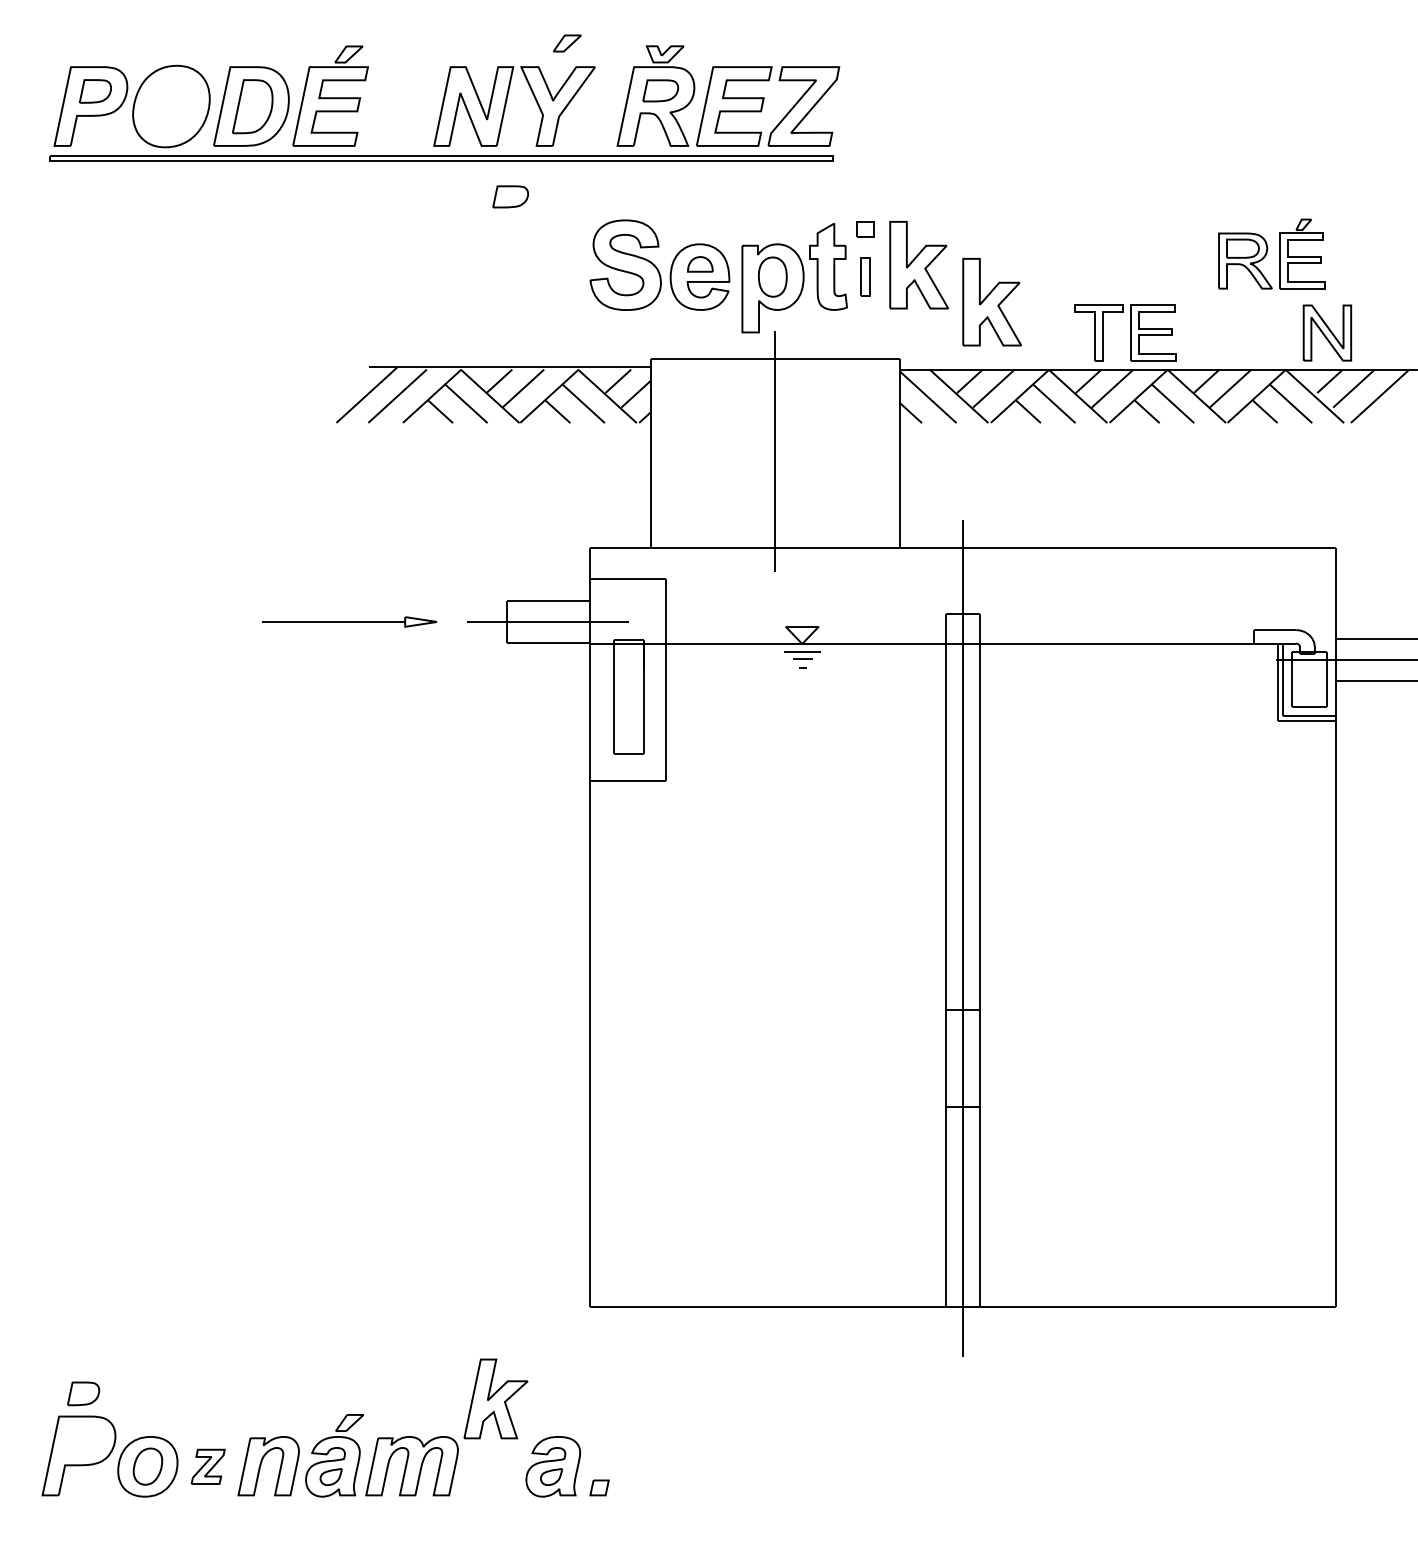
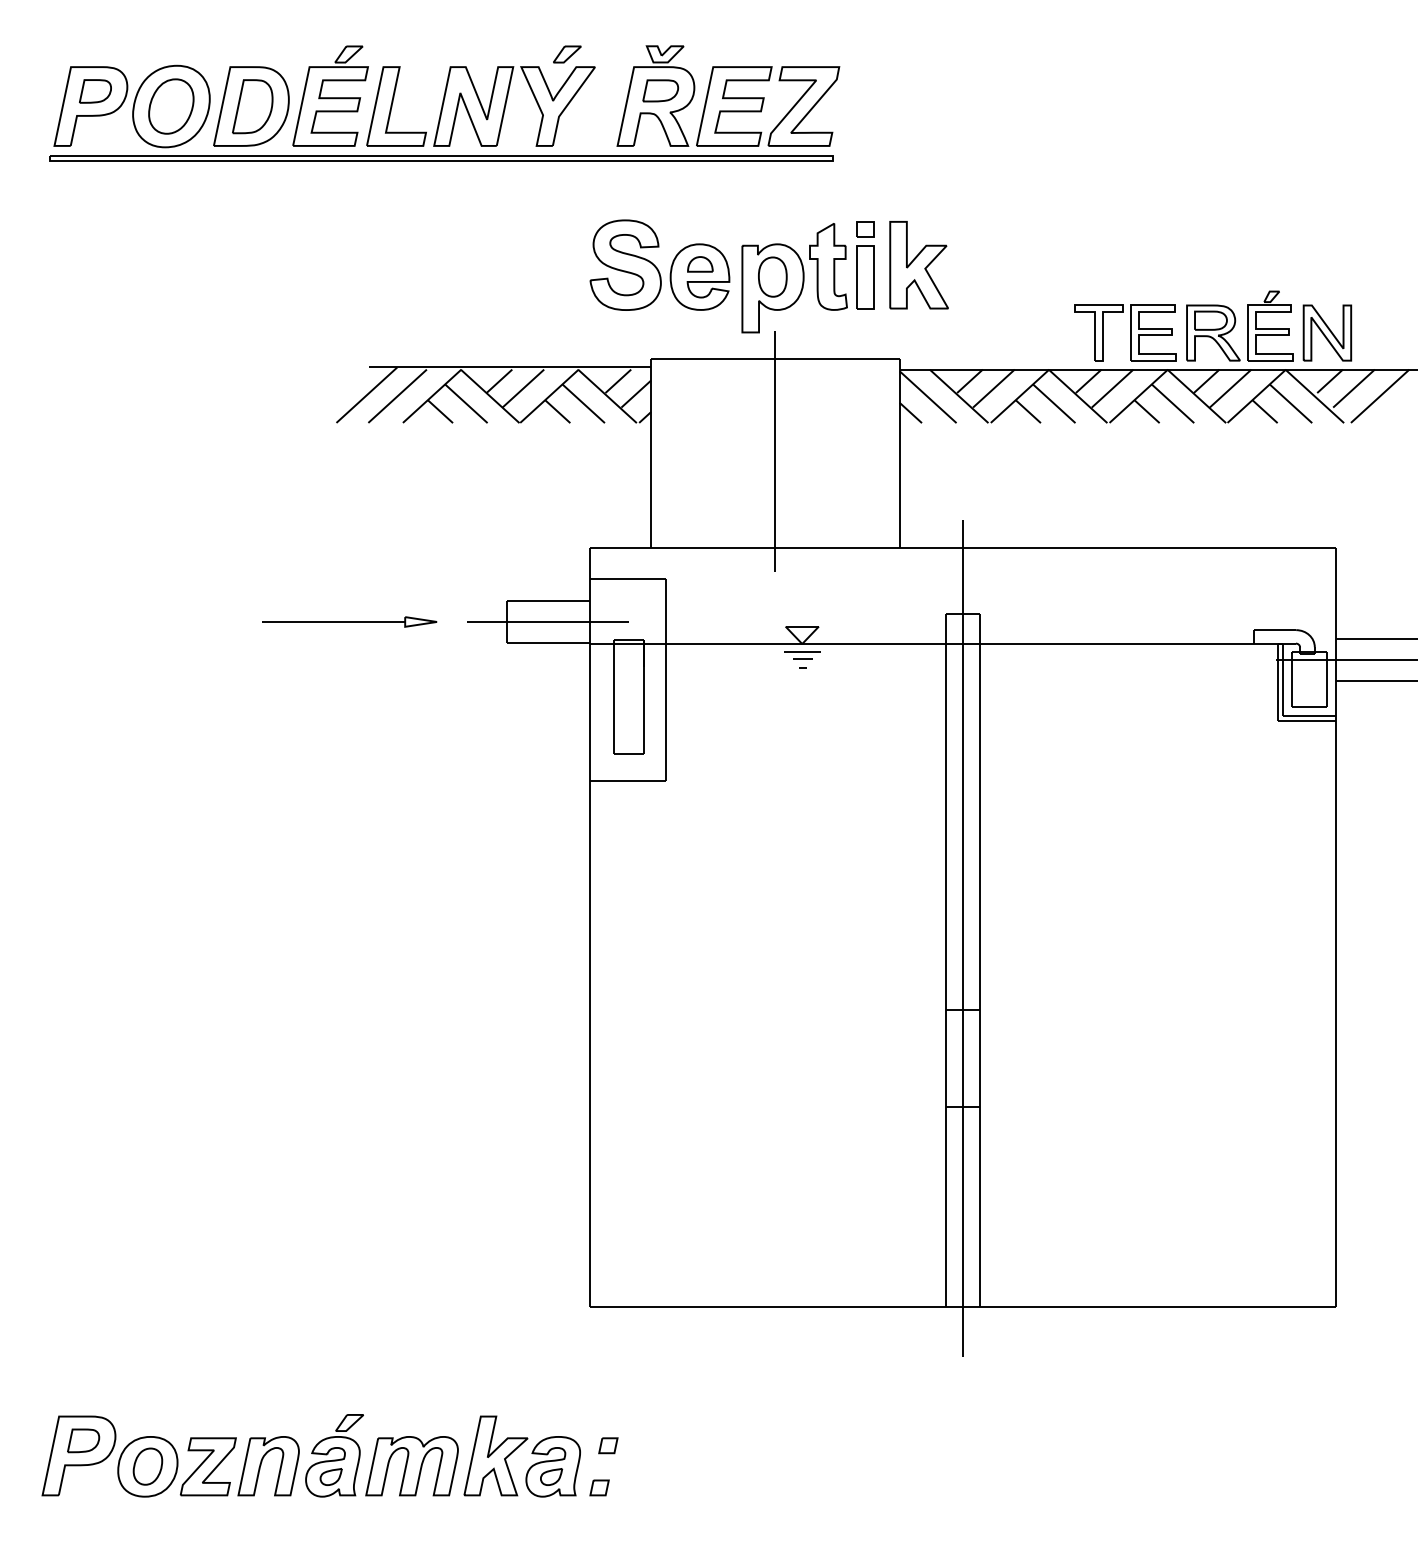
part at (567, 43) position: (567, 43) -> (567, 54)
part at (171, 106): none -> present
part at (396, 106): none -> present
part at (510, 196): present -> none
part at (1271, 253) position: (1271, 253) -> (1239, 325)
part at (865, 276) size: 11x40 px -> 19x65 px
part at (991, 302): present -> none
part at (83, 1393) position: (83, 1393) -> (83, 1440)
part at (495, 1398) position: (495, 1398) -> (495, 1455)
part at (608, 1445): none -> present
part at (207, 1466) size: 36x37 px -> 58x60 px
